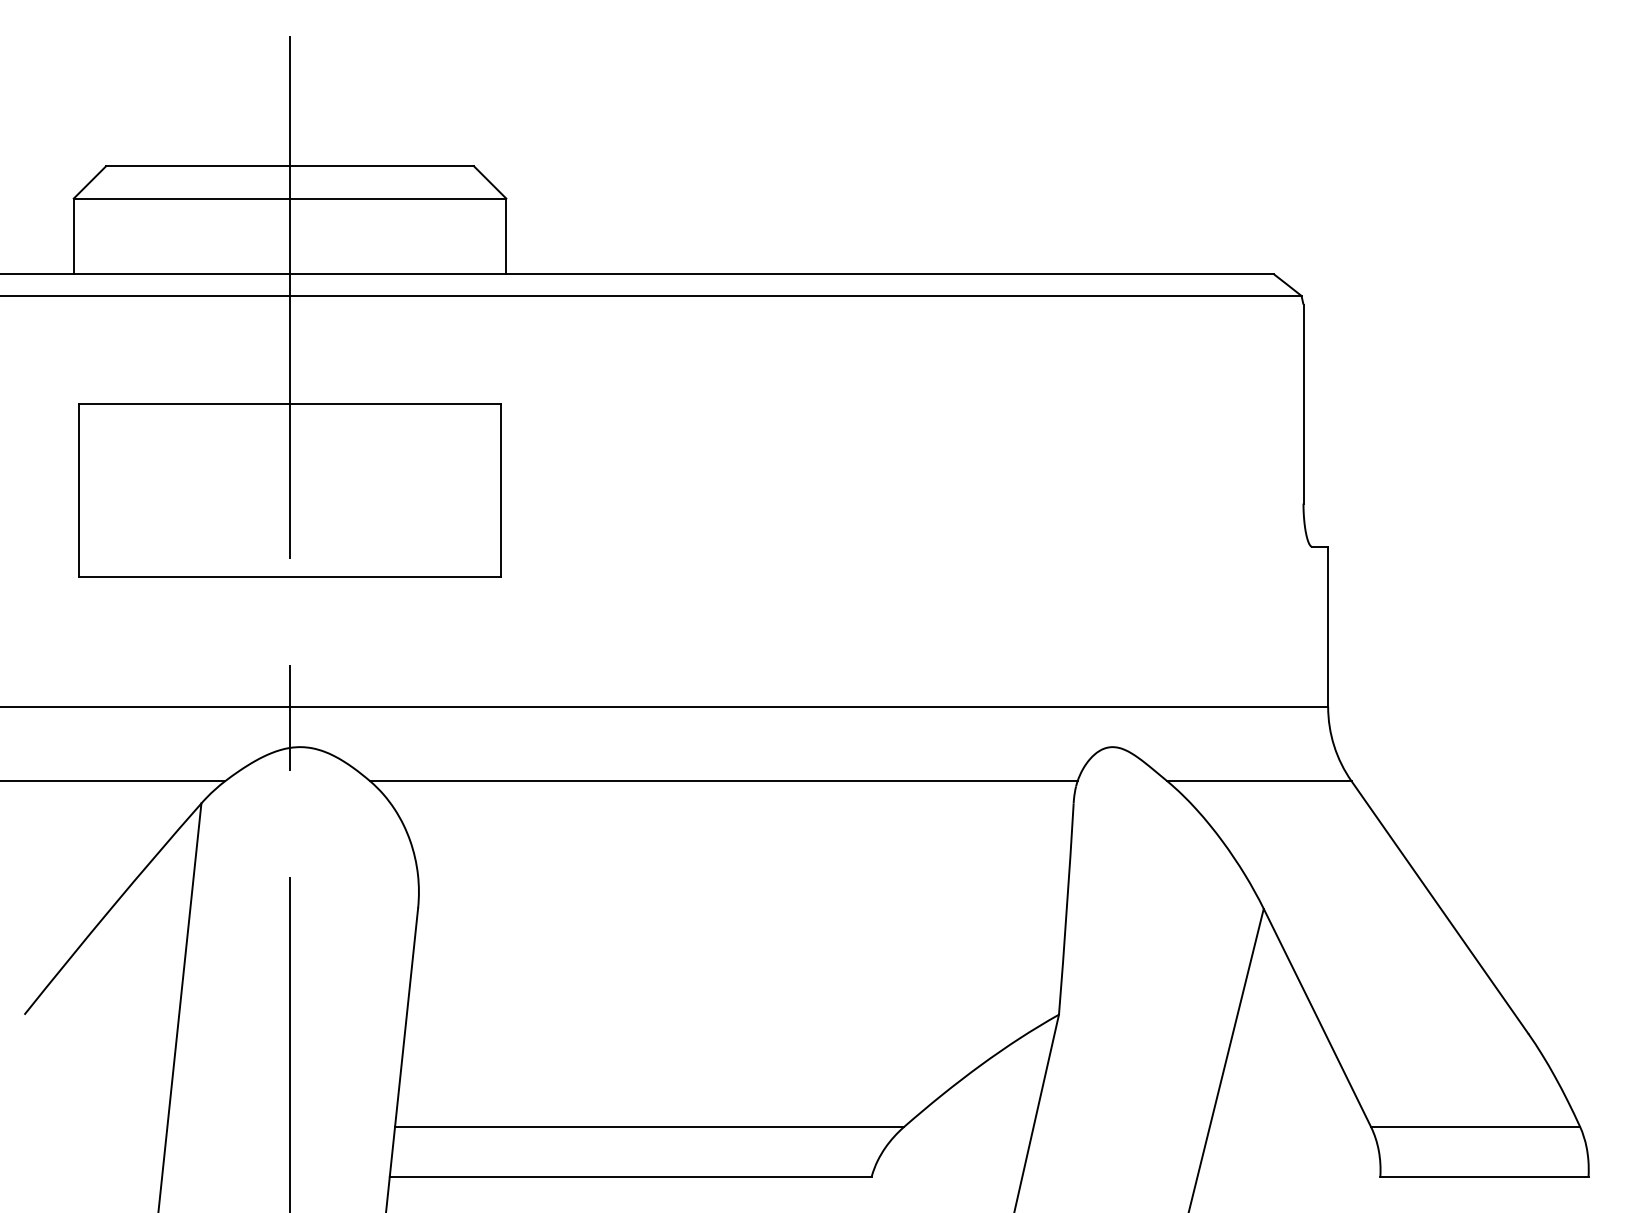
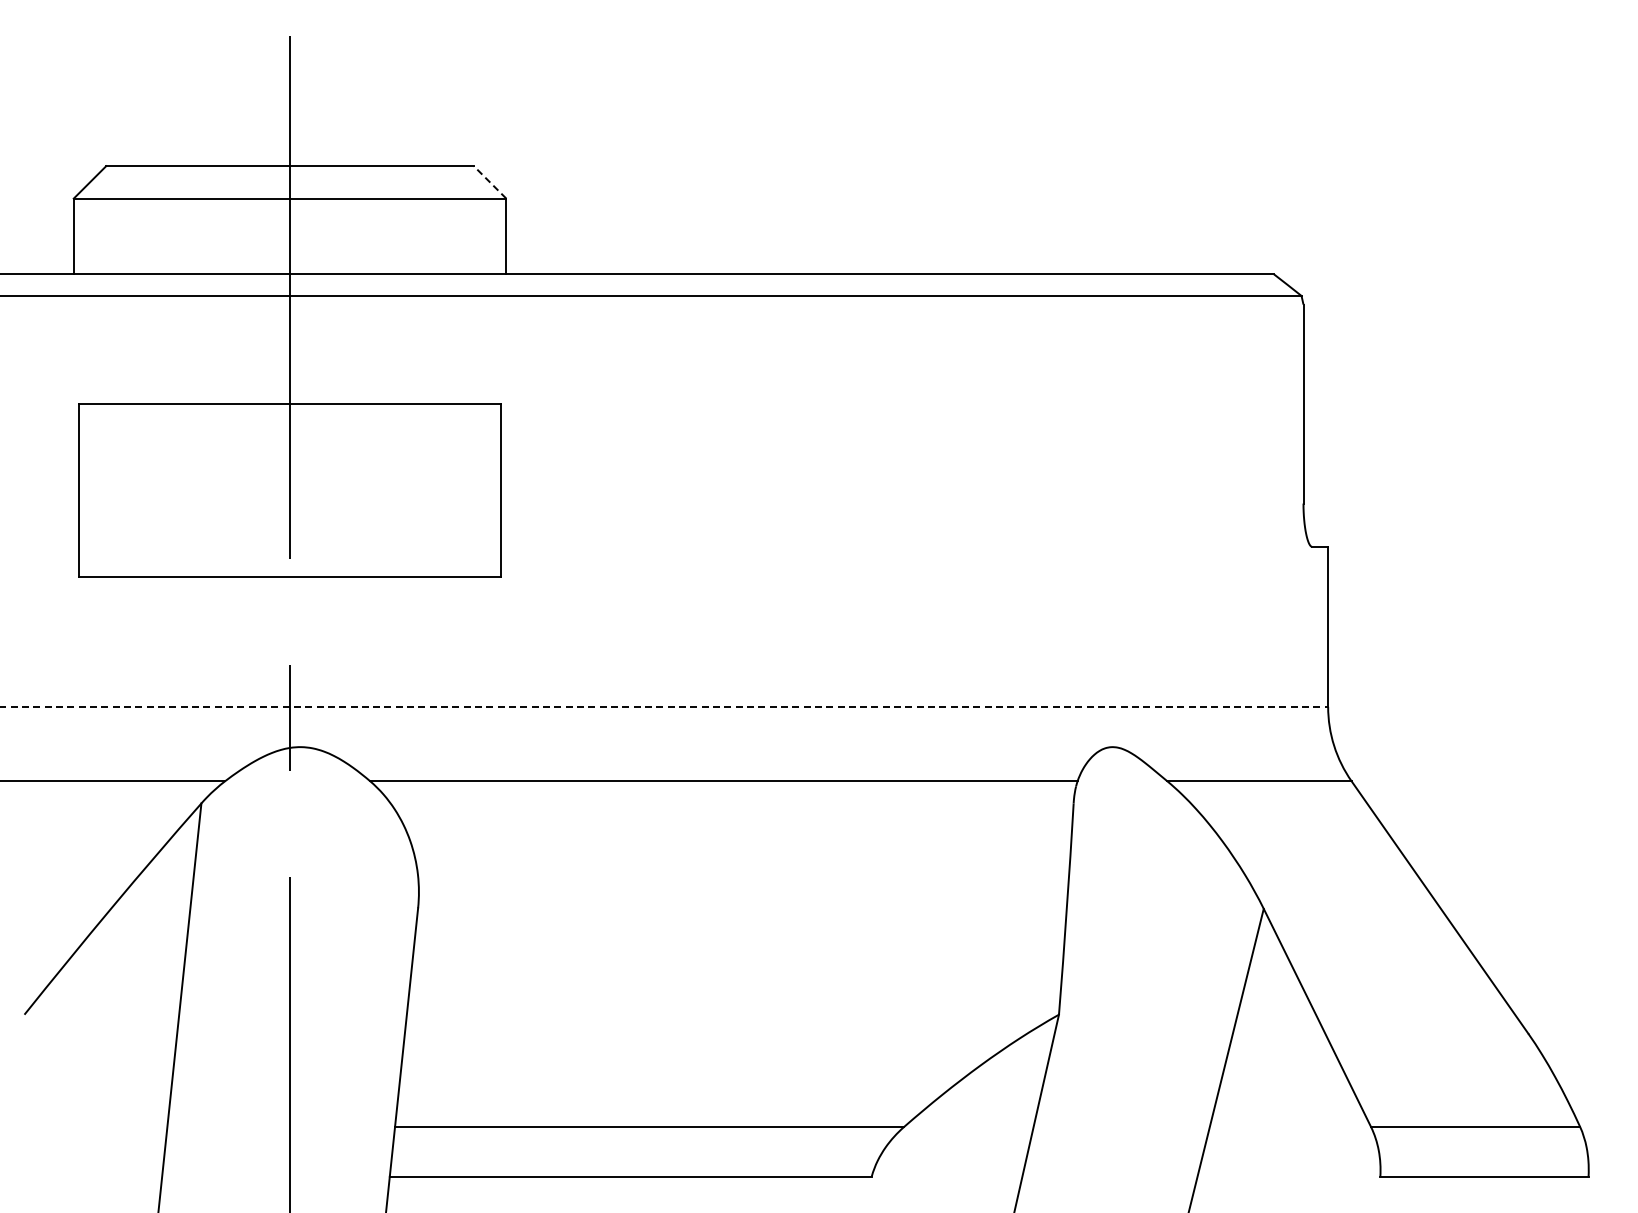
line at (490, 182): solid -> dashed
line at (664, 706): solid -> dashed
